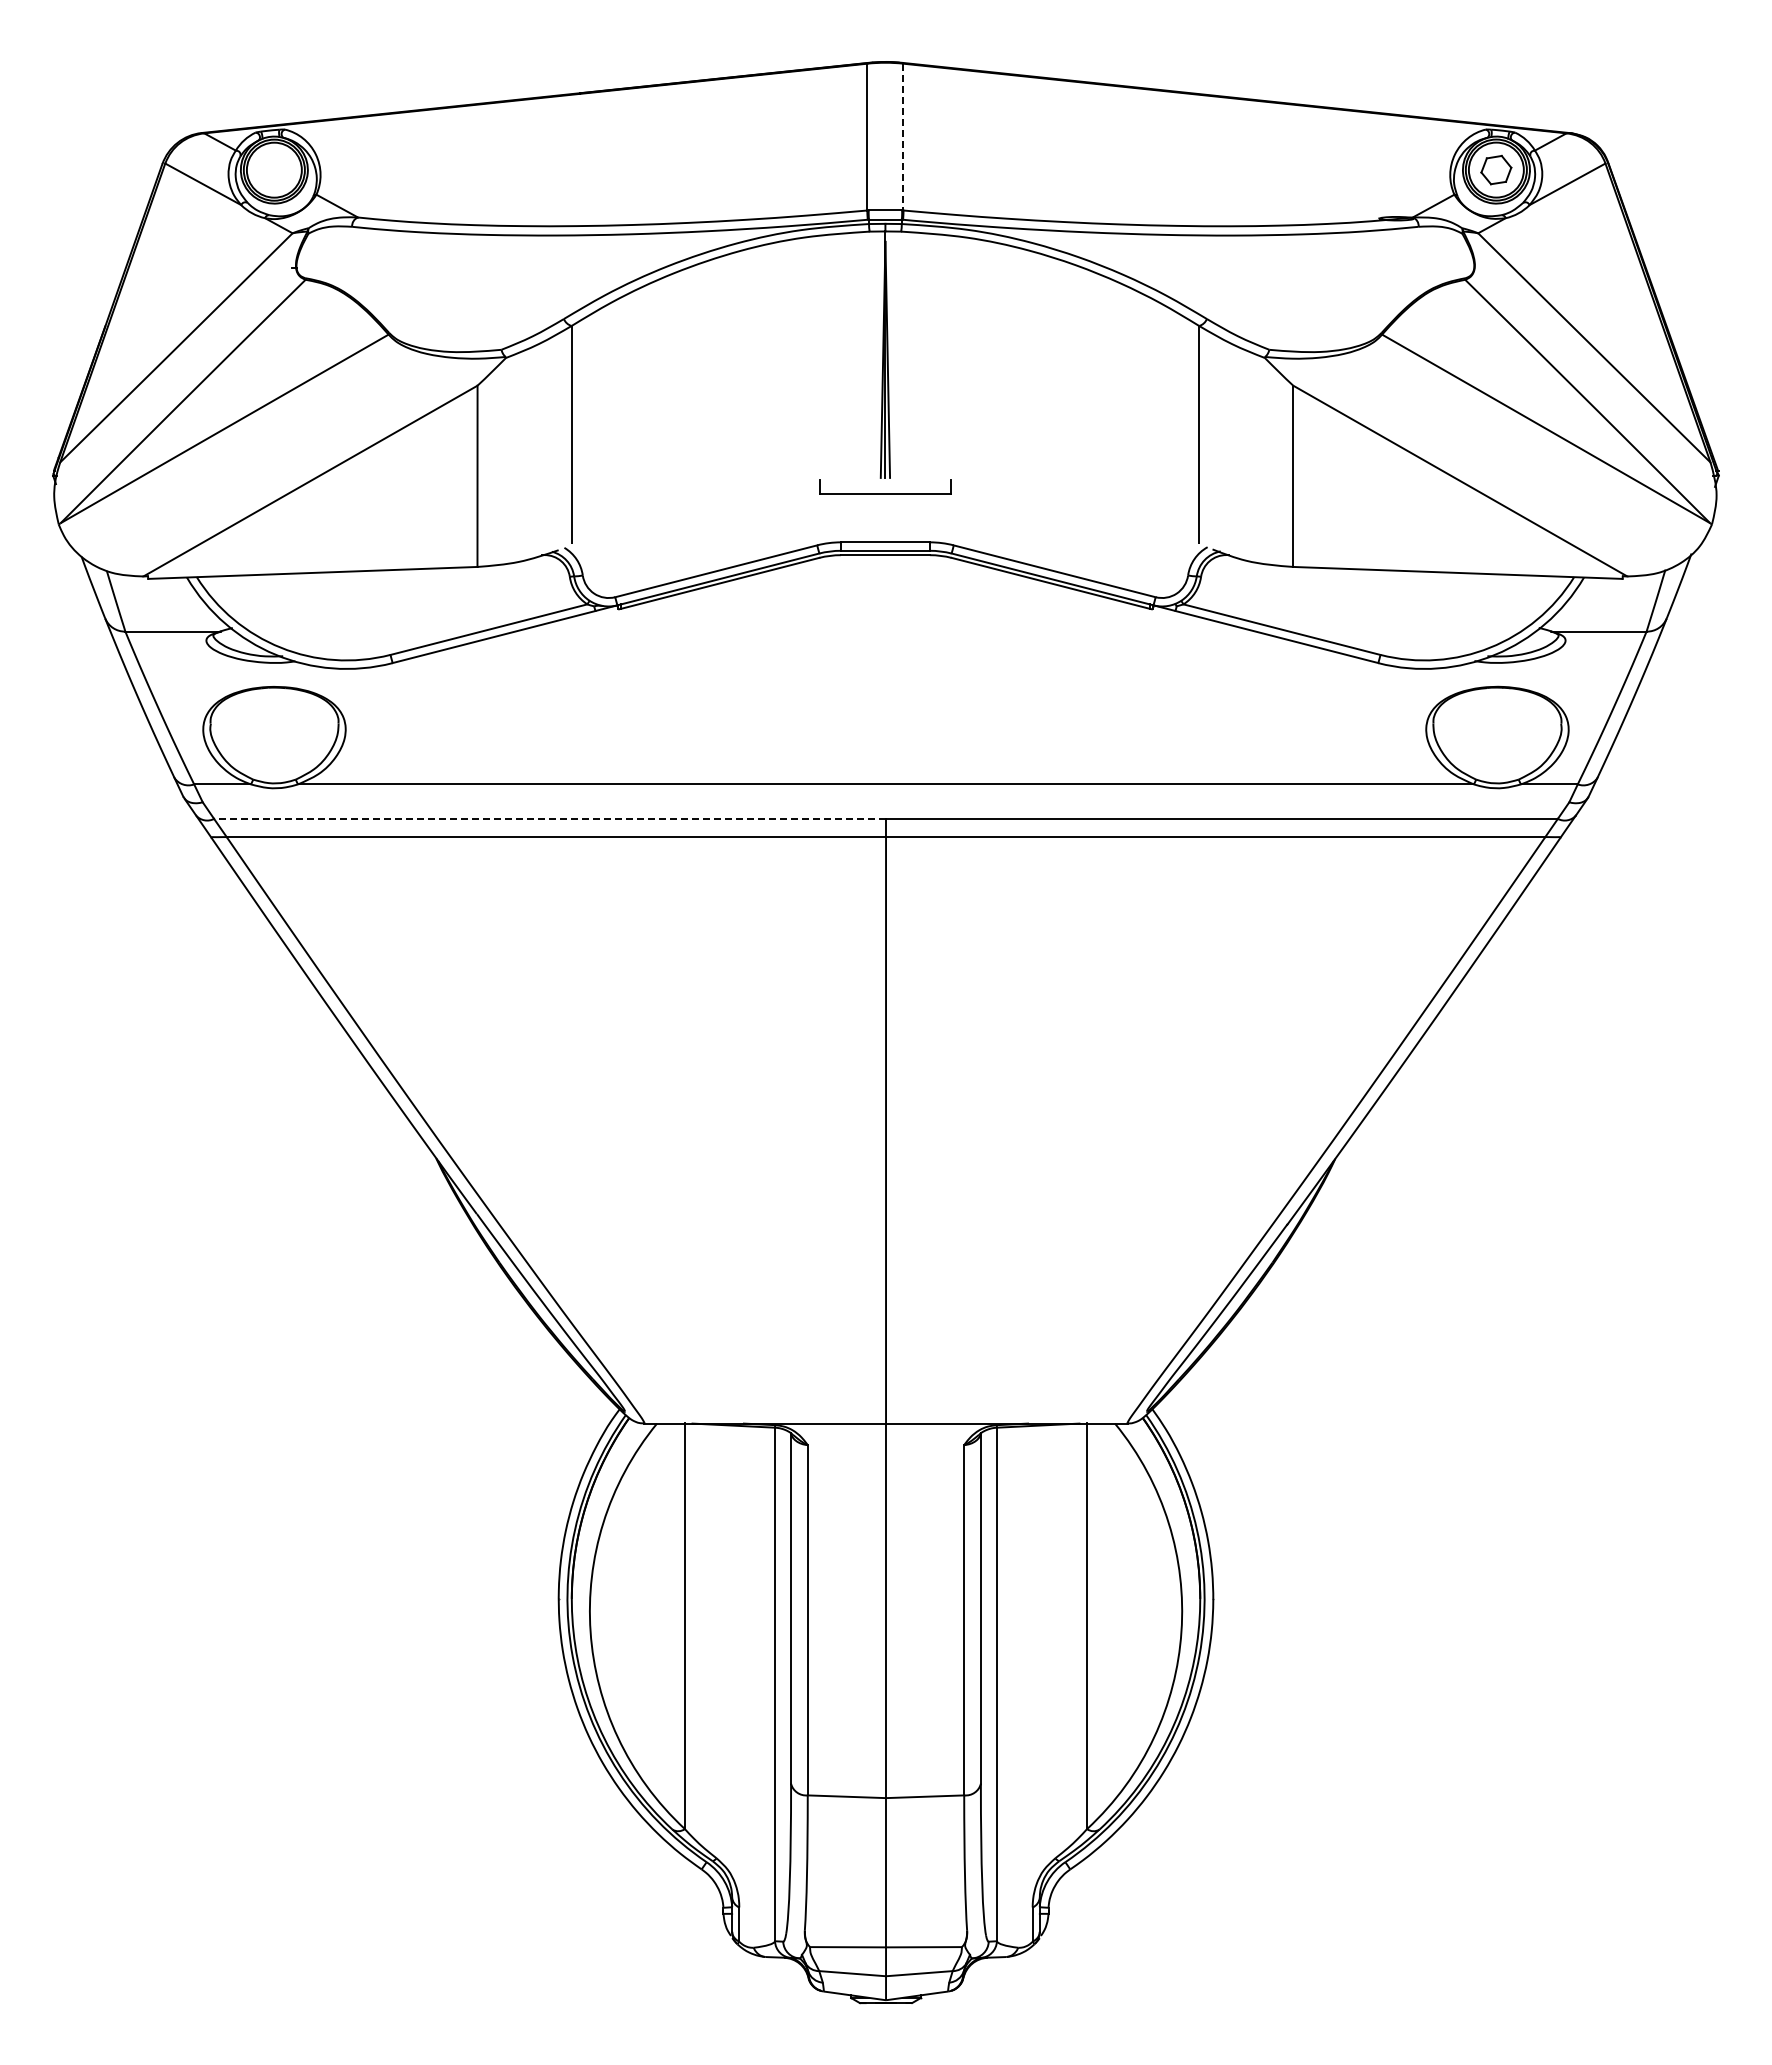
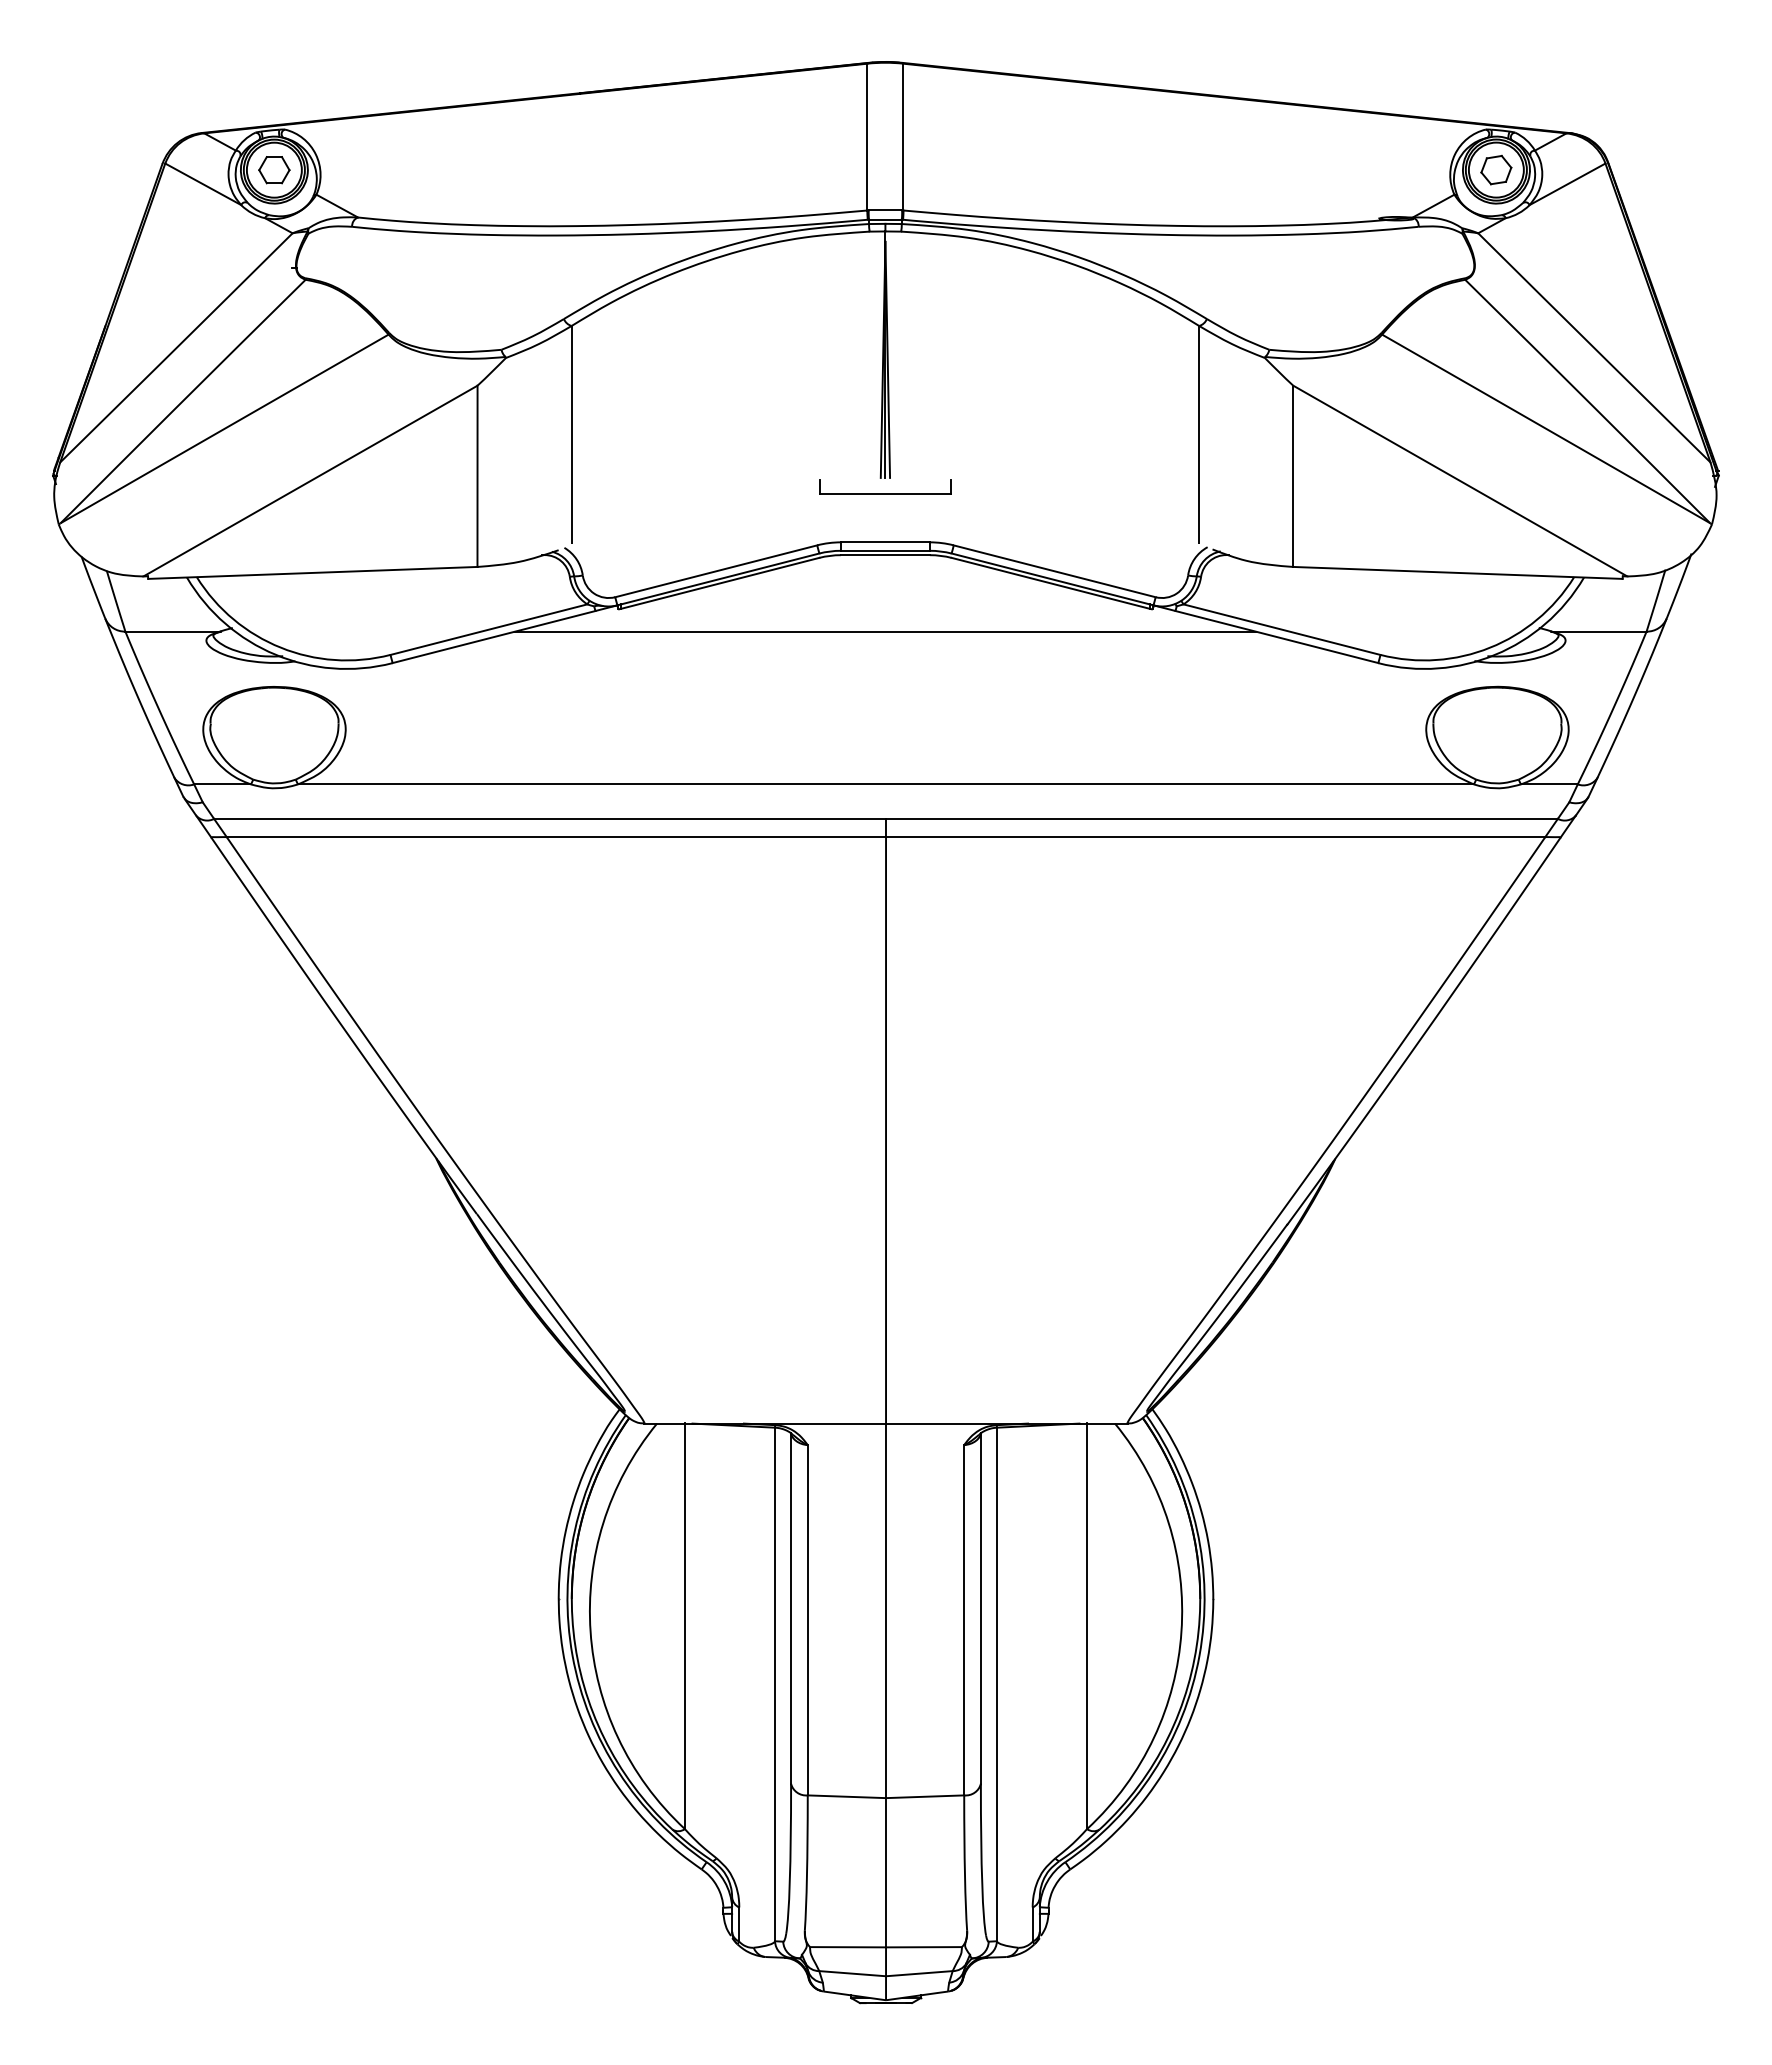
line at (903, 137): dashed -> solid
part at (274, 170): none -> present
line at (885, 631): none -> present
line at (550, 818): dashed -> solid
